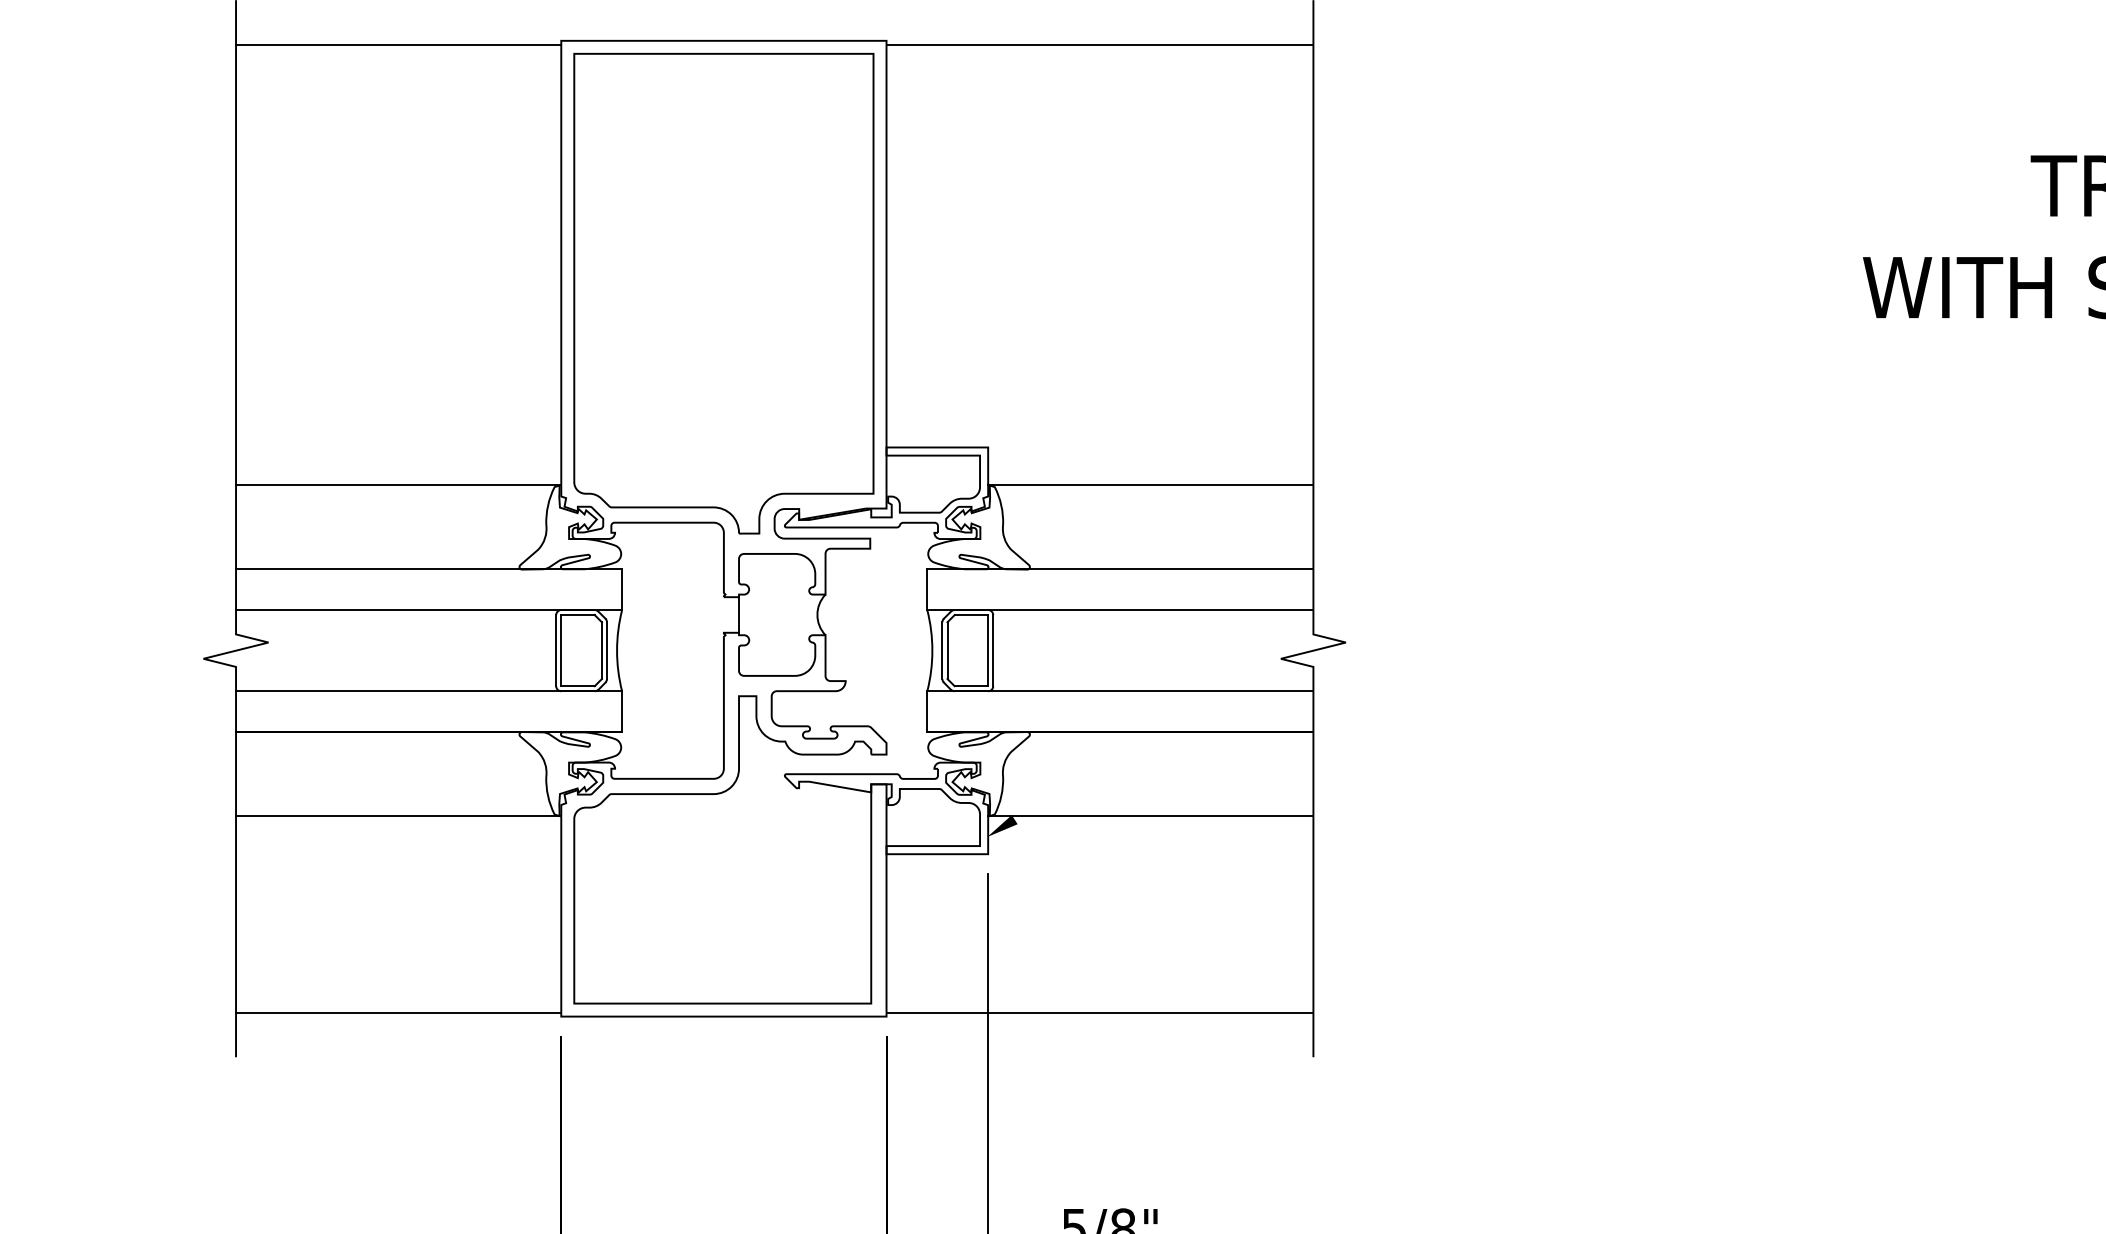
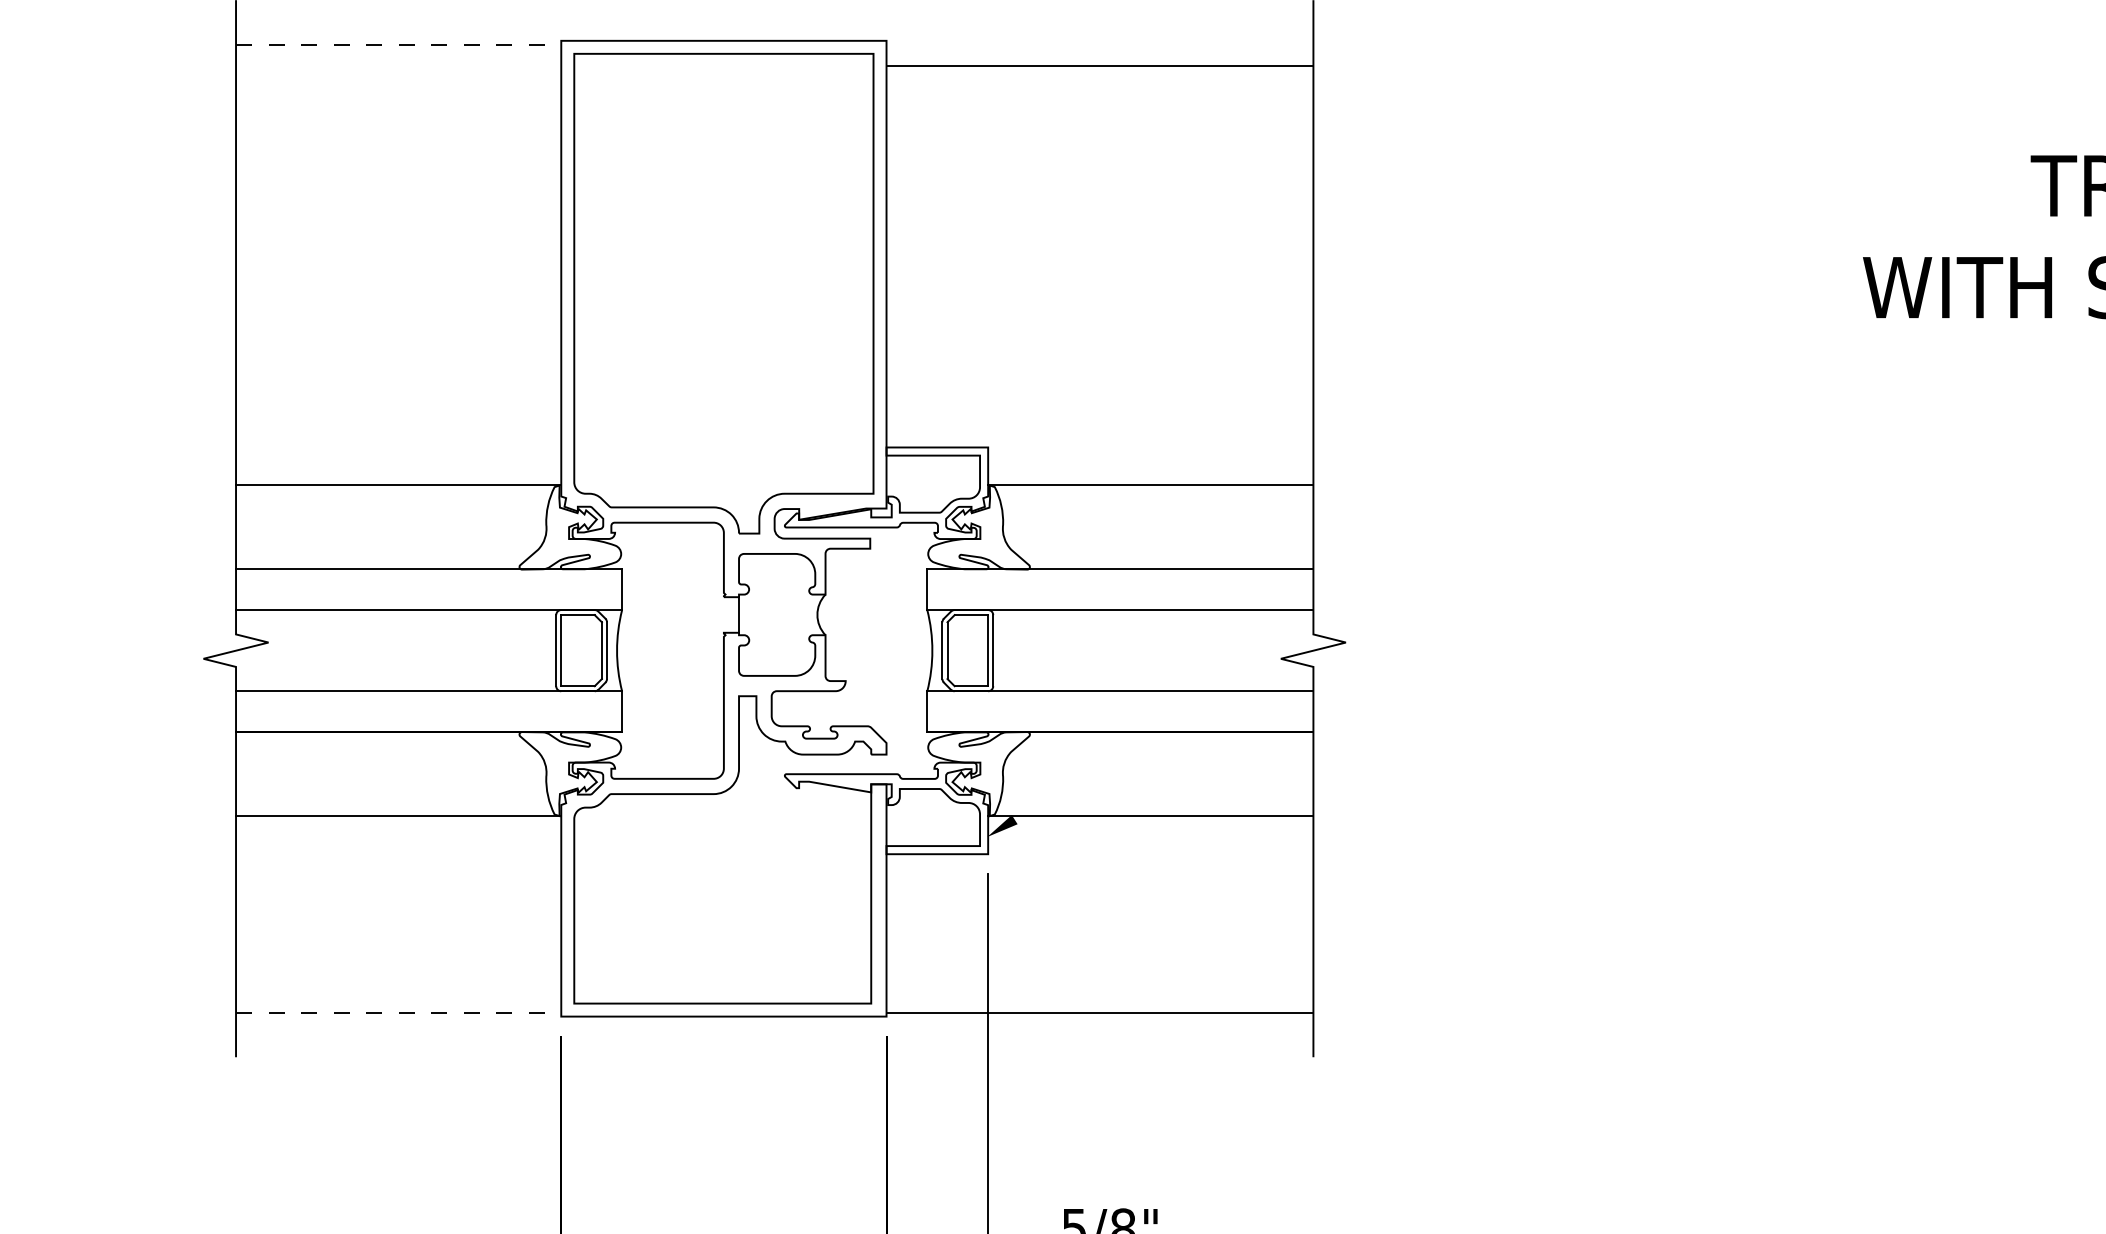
line at (398, 44): solid -> dashed
line at (1099, 44) position: (1099, 44) -> (1099, 65)
line at (398, 1012): solid -> dashed
